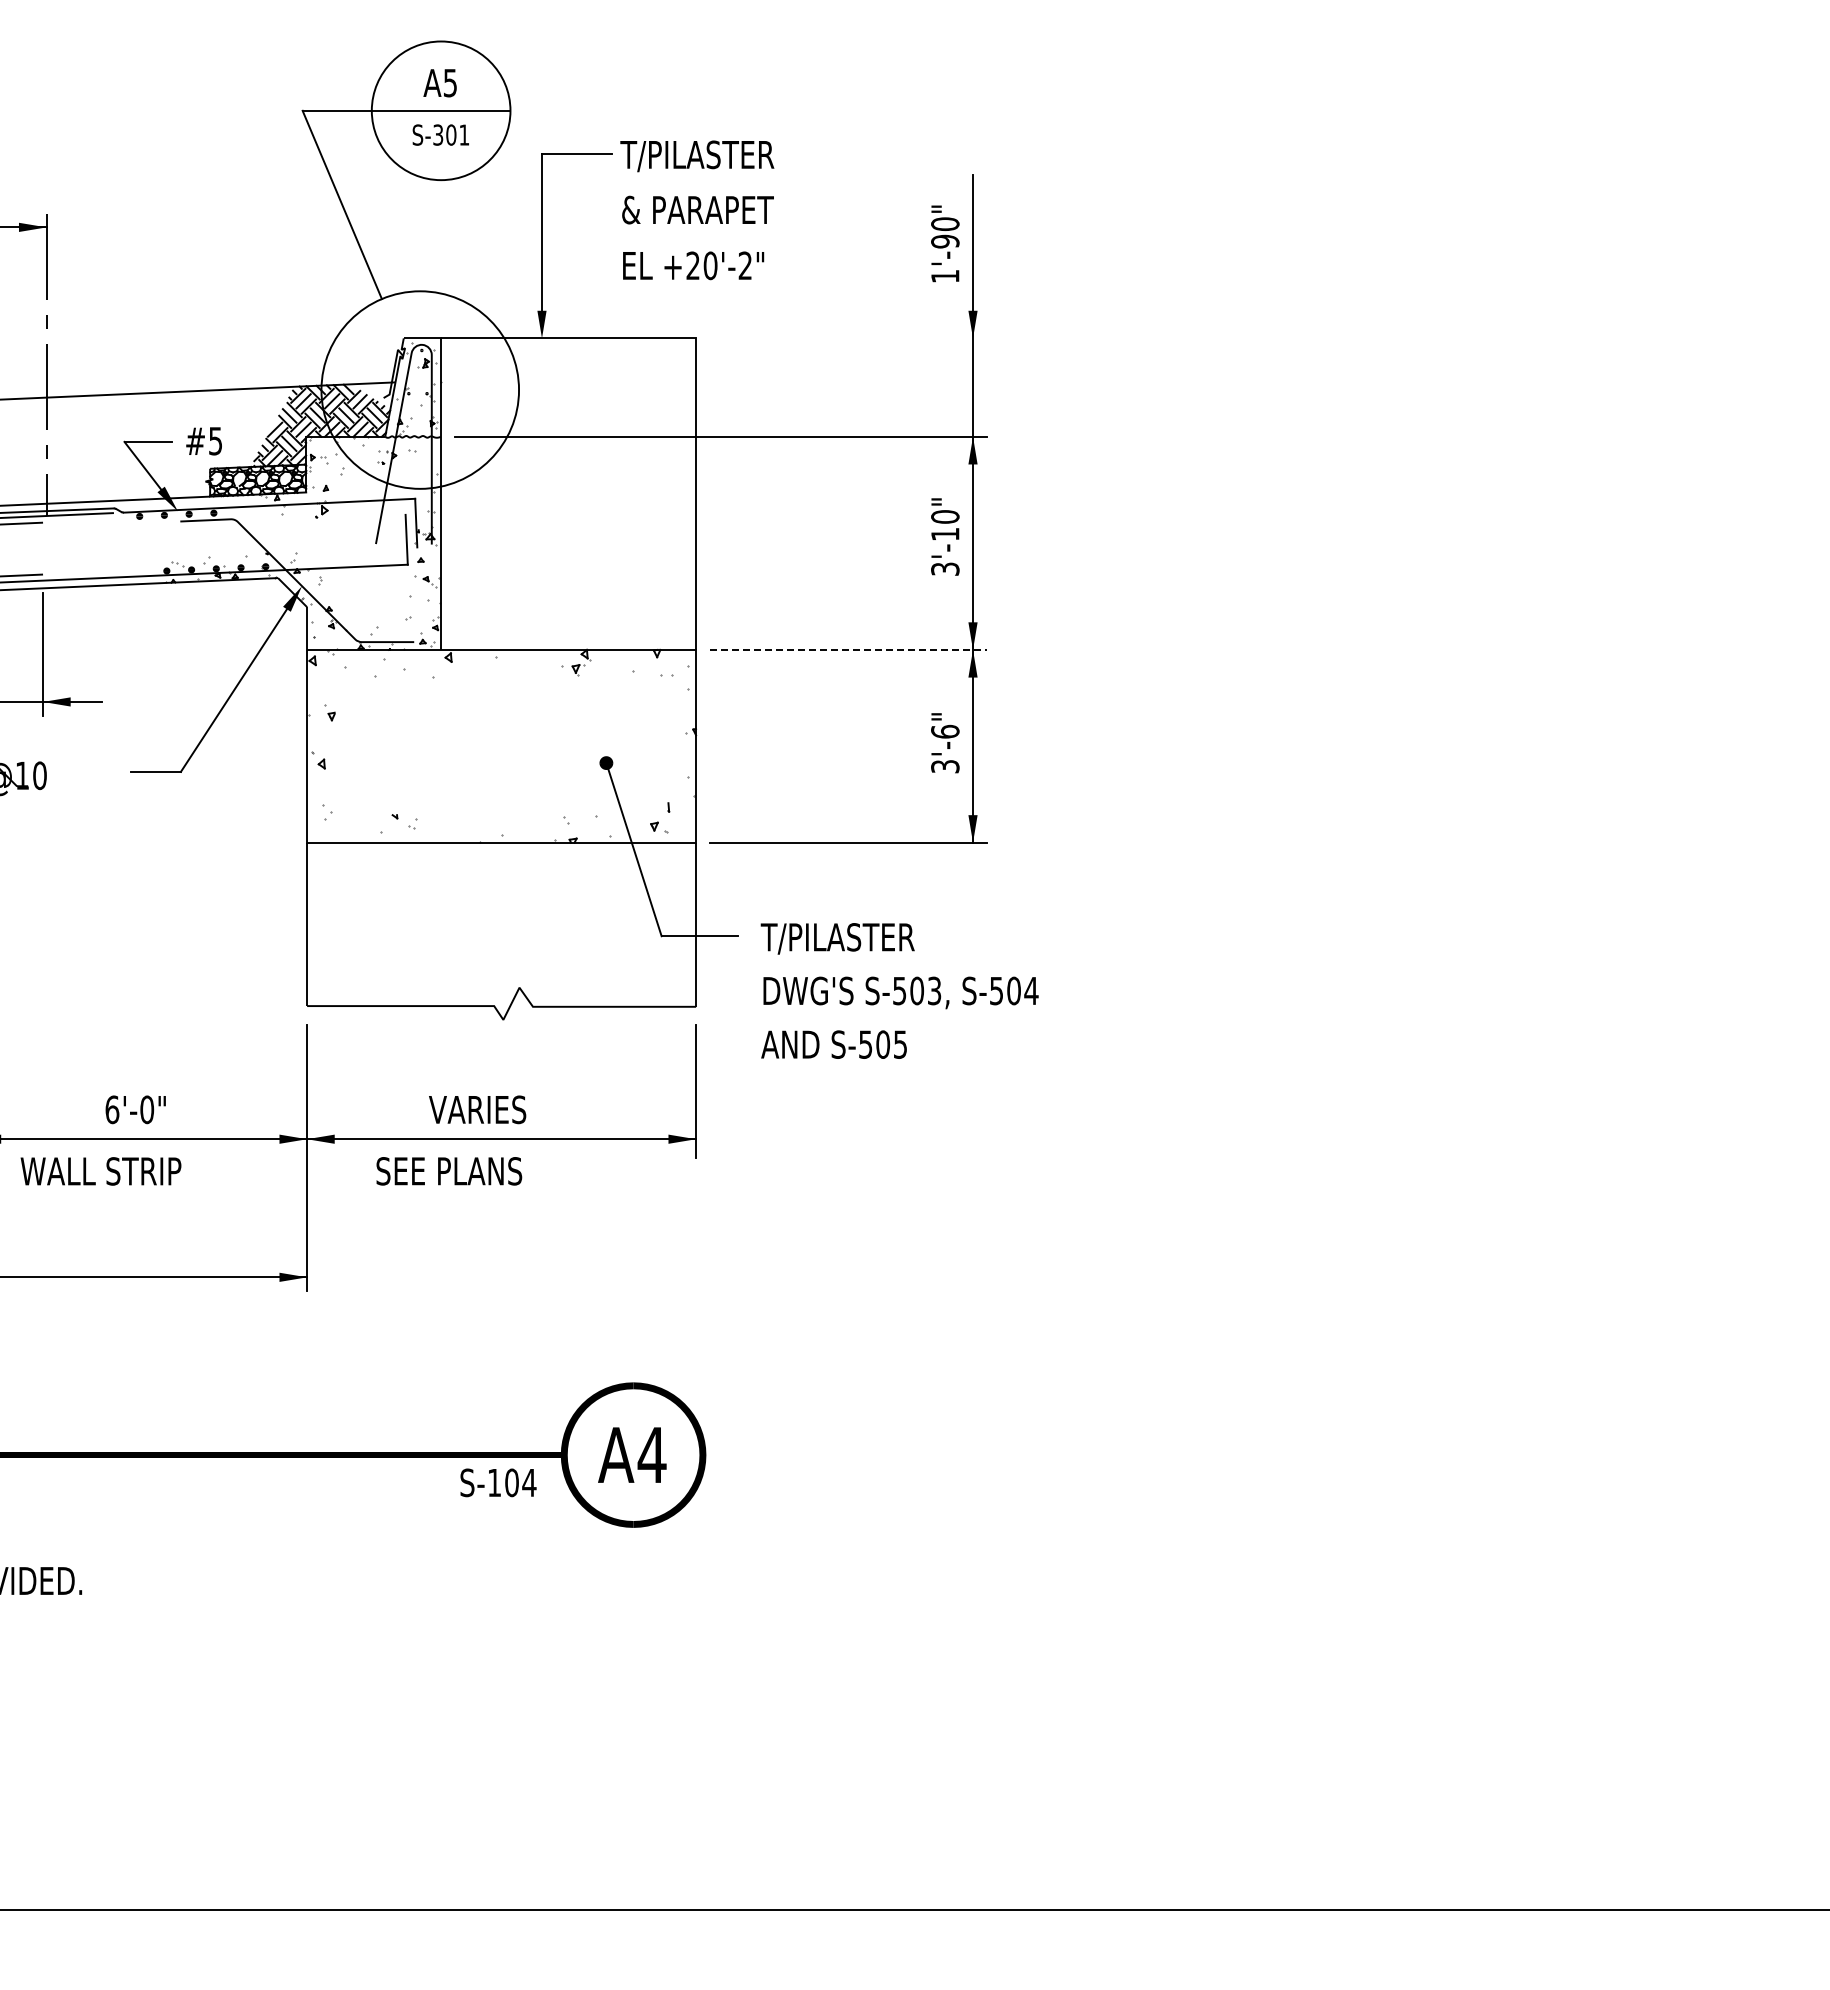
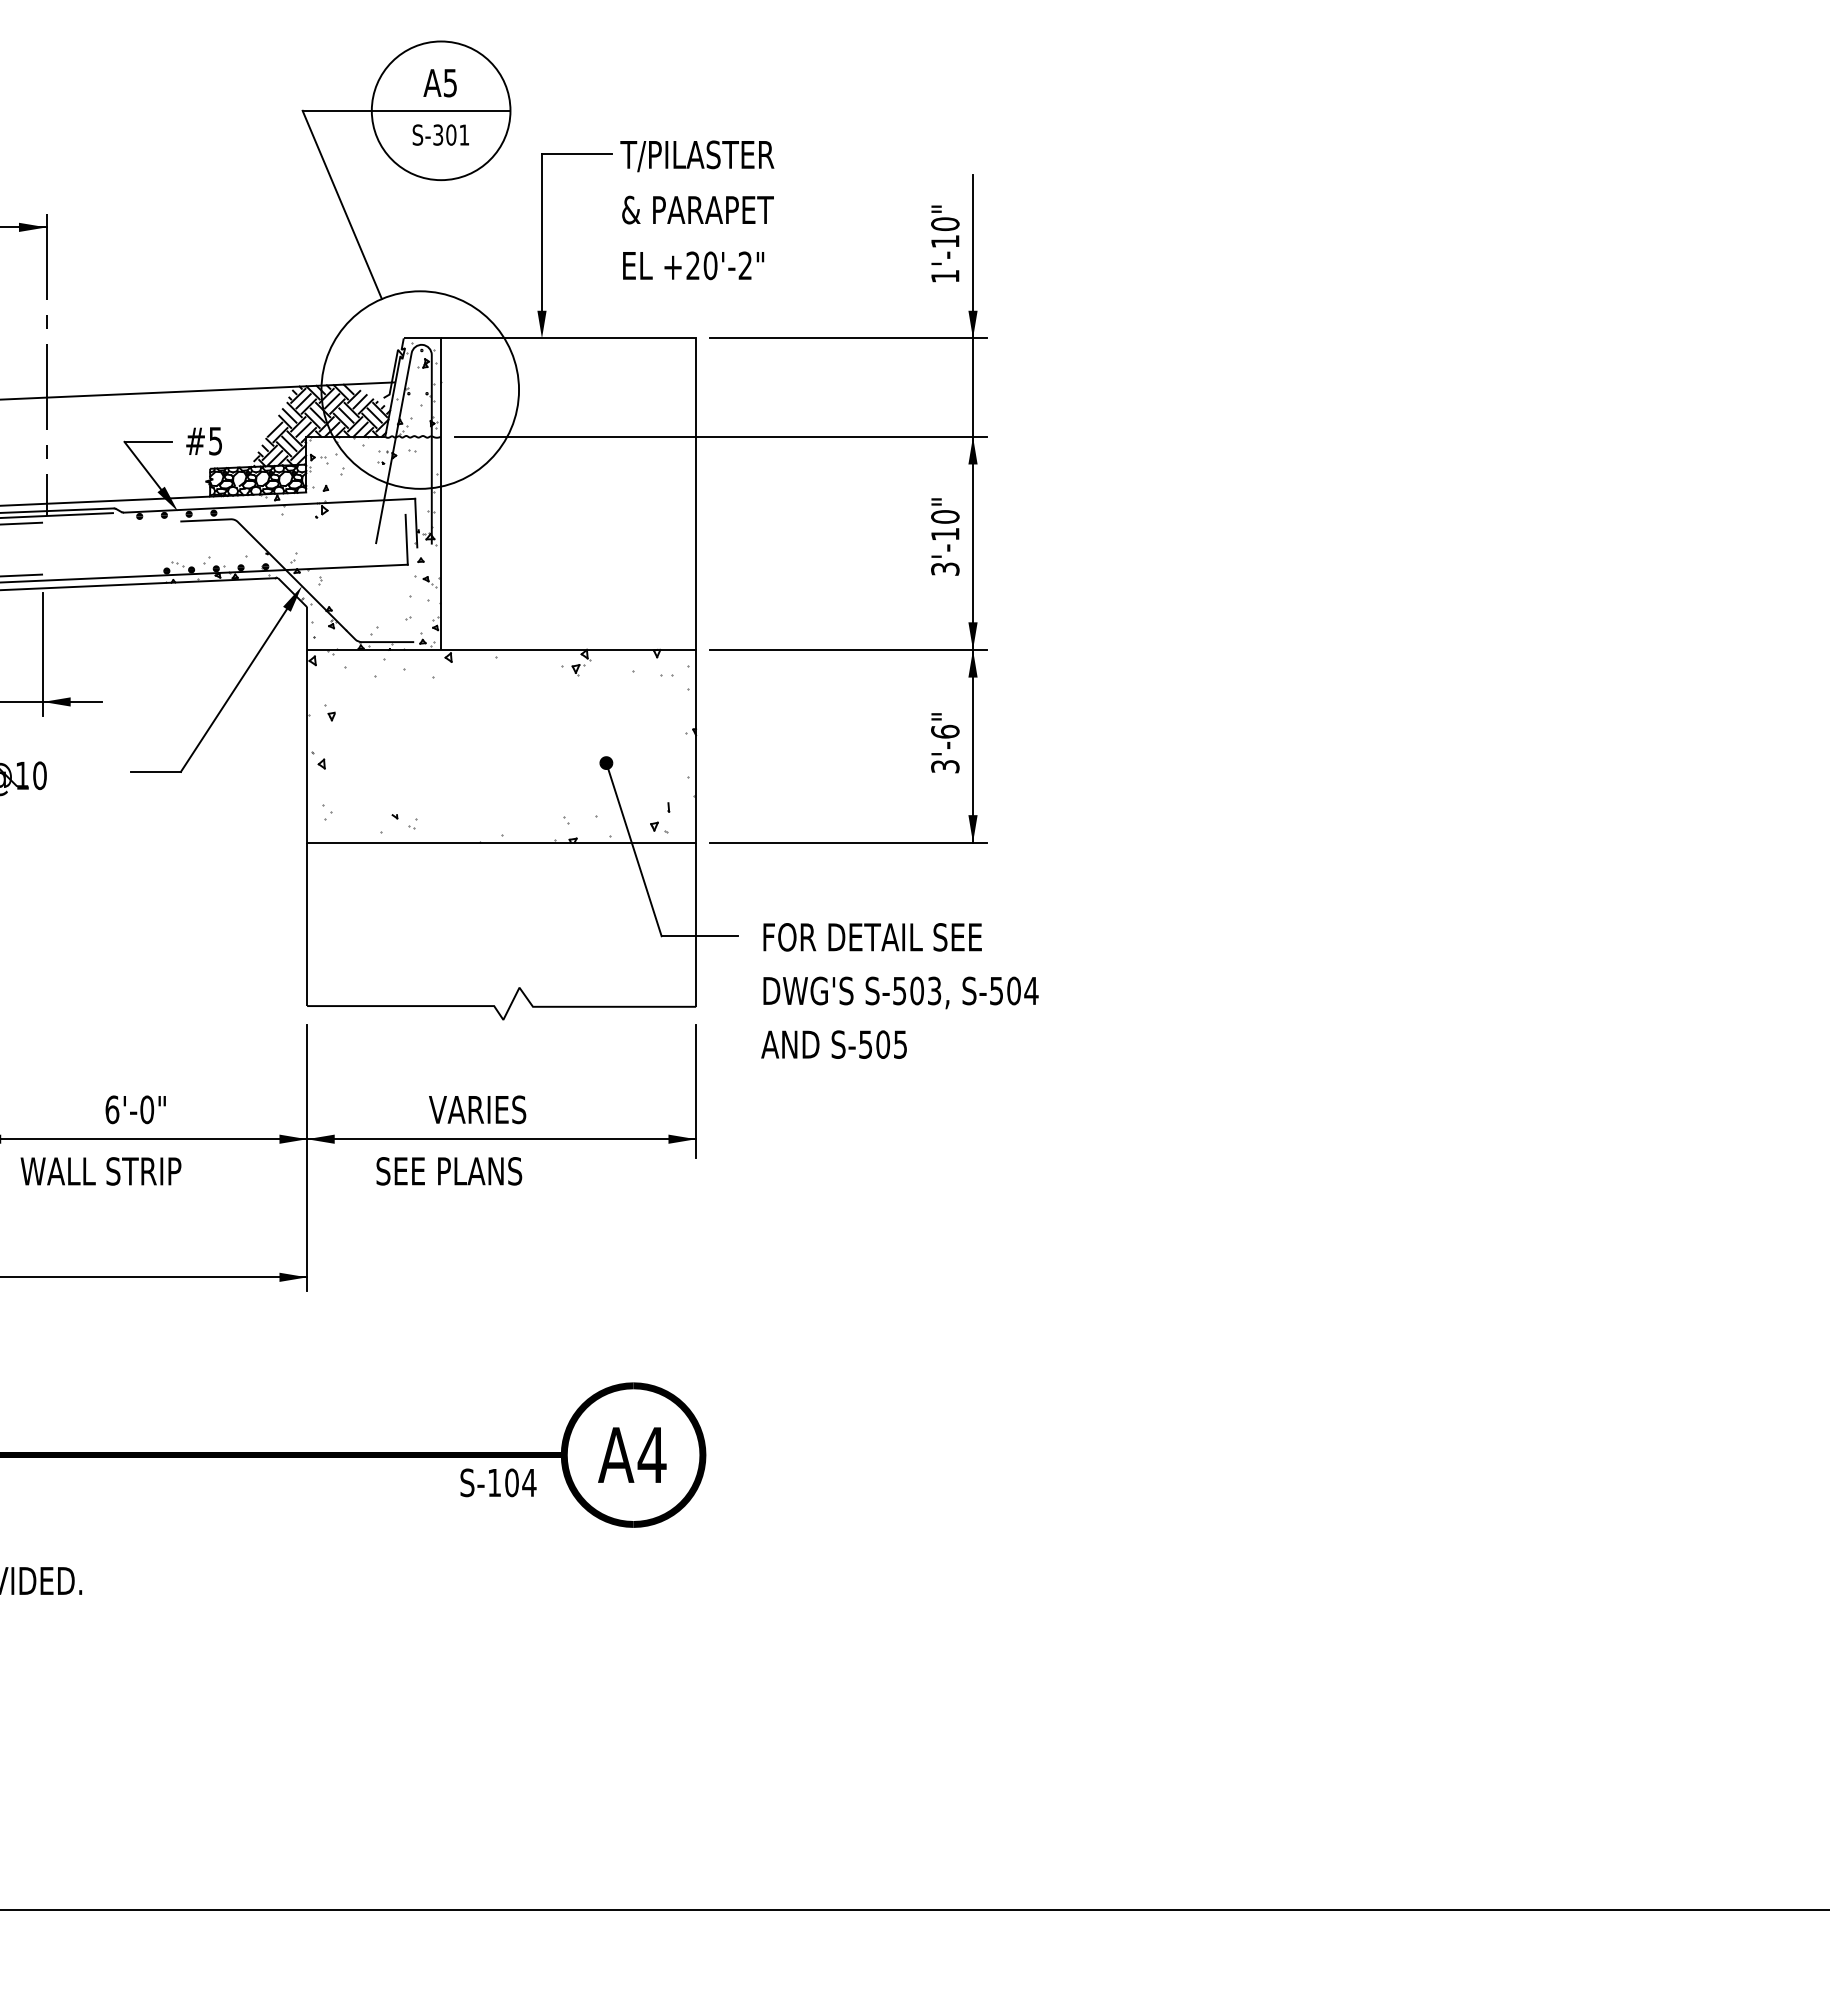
text at (945, 241): 1'-90" -> 1'-10"
line at (847, 338): none -> present
line at (848, 649): dashed -> solid
text at (870, 938): T/PILASTER -> FOR DETAIL SEE
